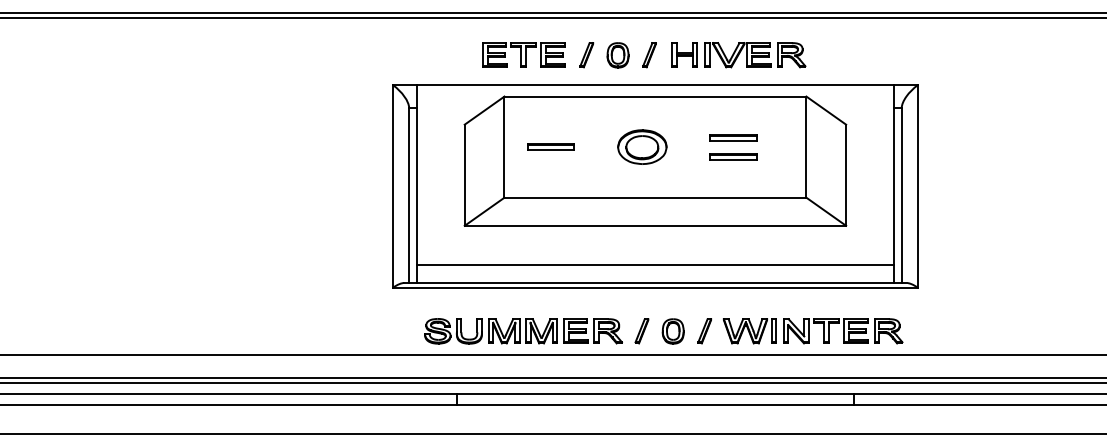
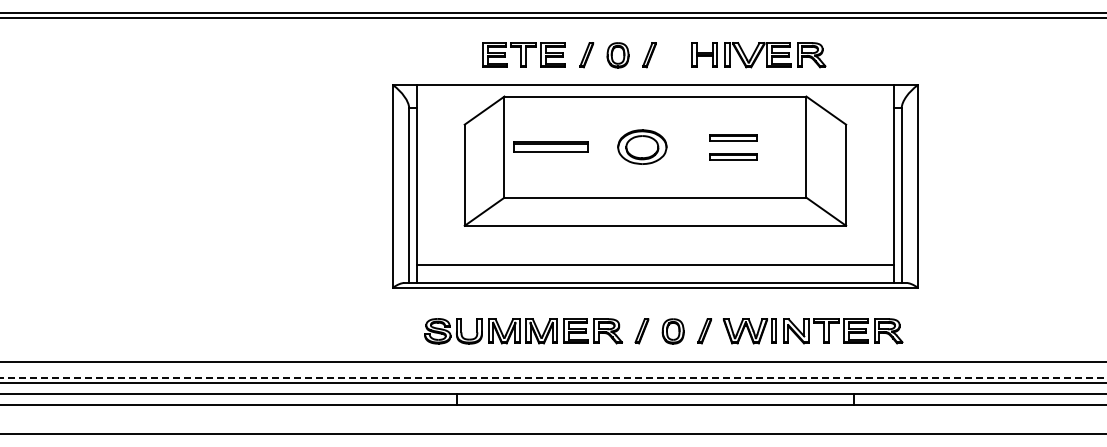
part at (738, 55) position: (738, 55) -> (758, 55)
part at (550, 146) size: 48x8 px -> 76x12 px
line at (552, 355) position: (552, 355) -> (552, 362)
line at (553, 377): solid -> dashed
